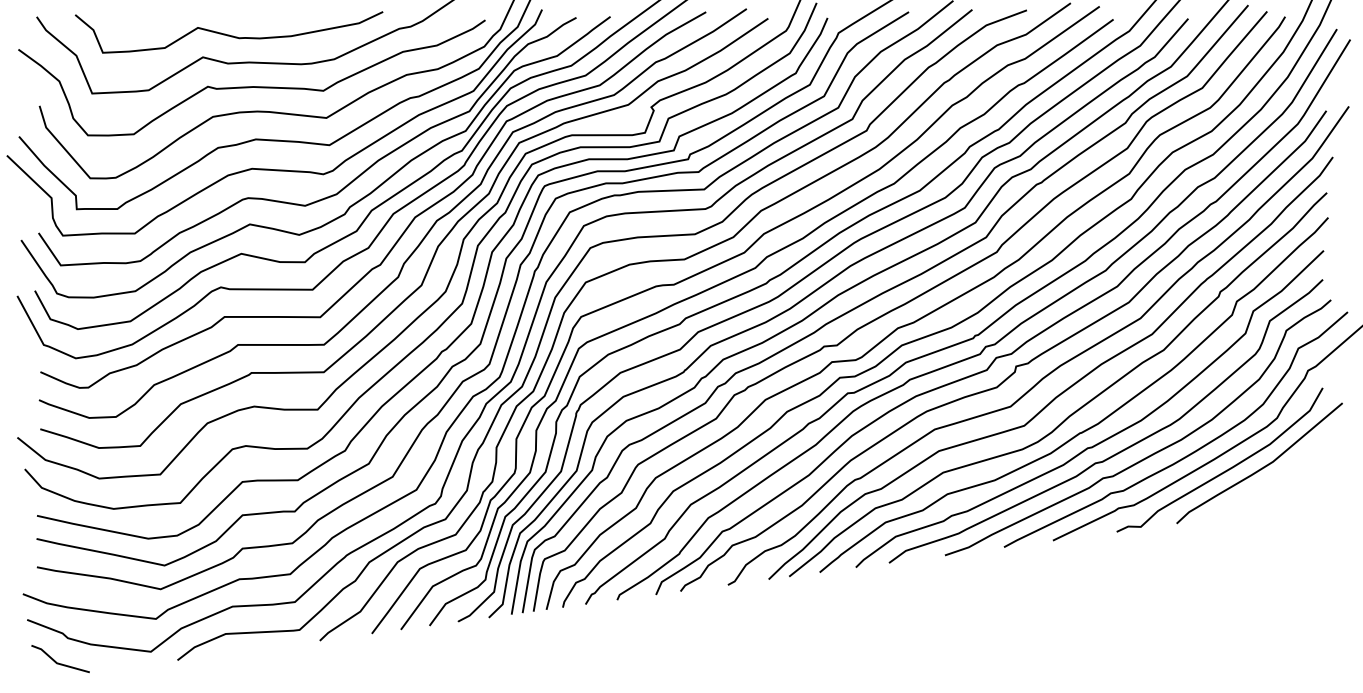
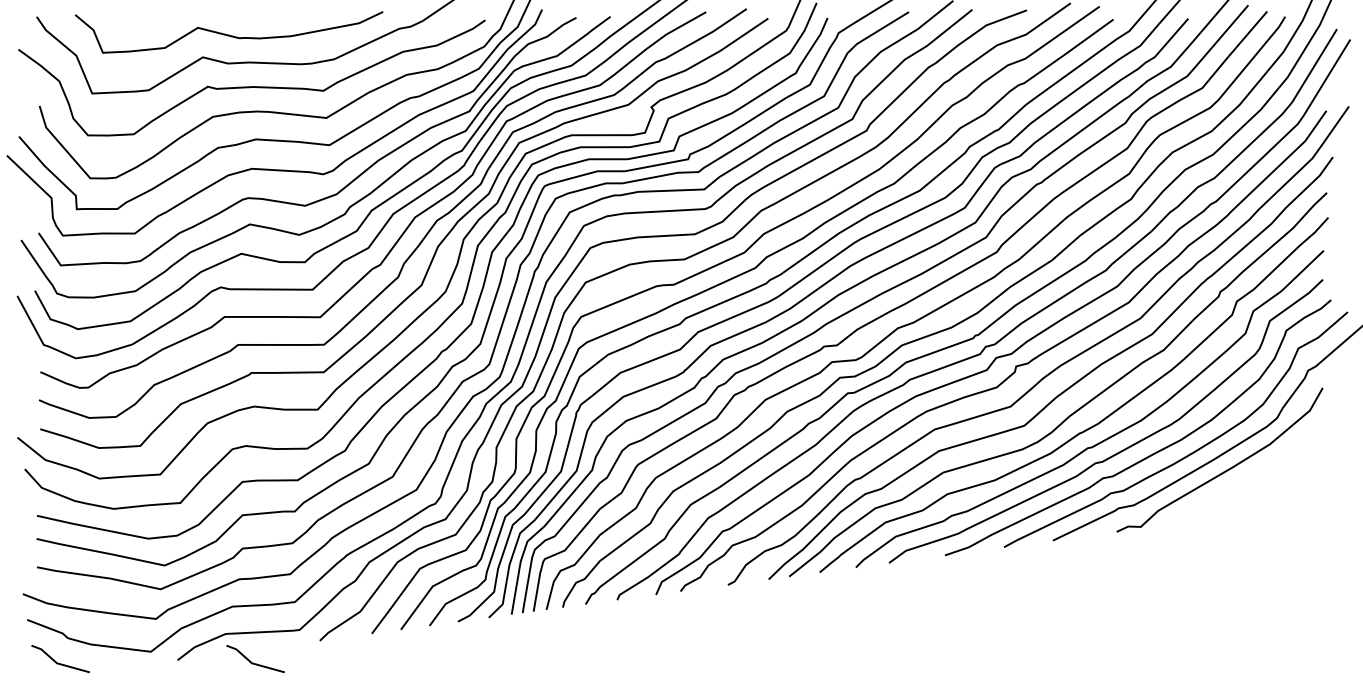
curve at (1261, 467): present -> none
line at (253, 662): none -> present
